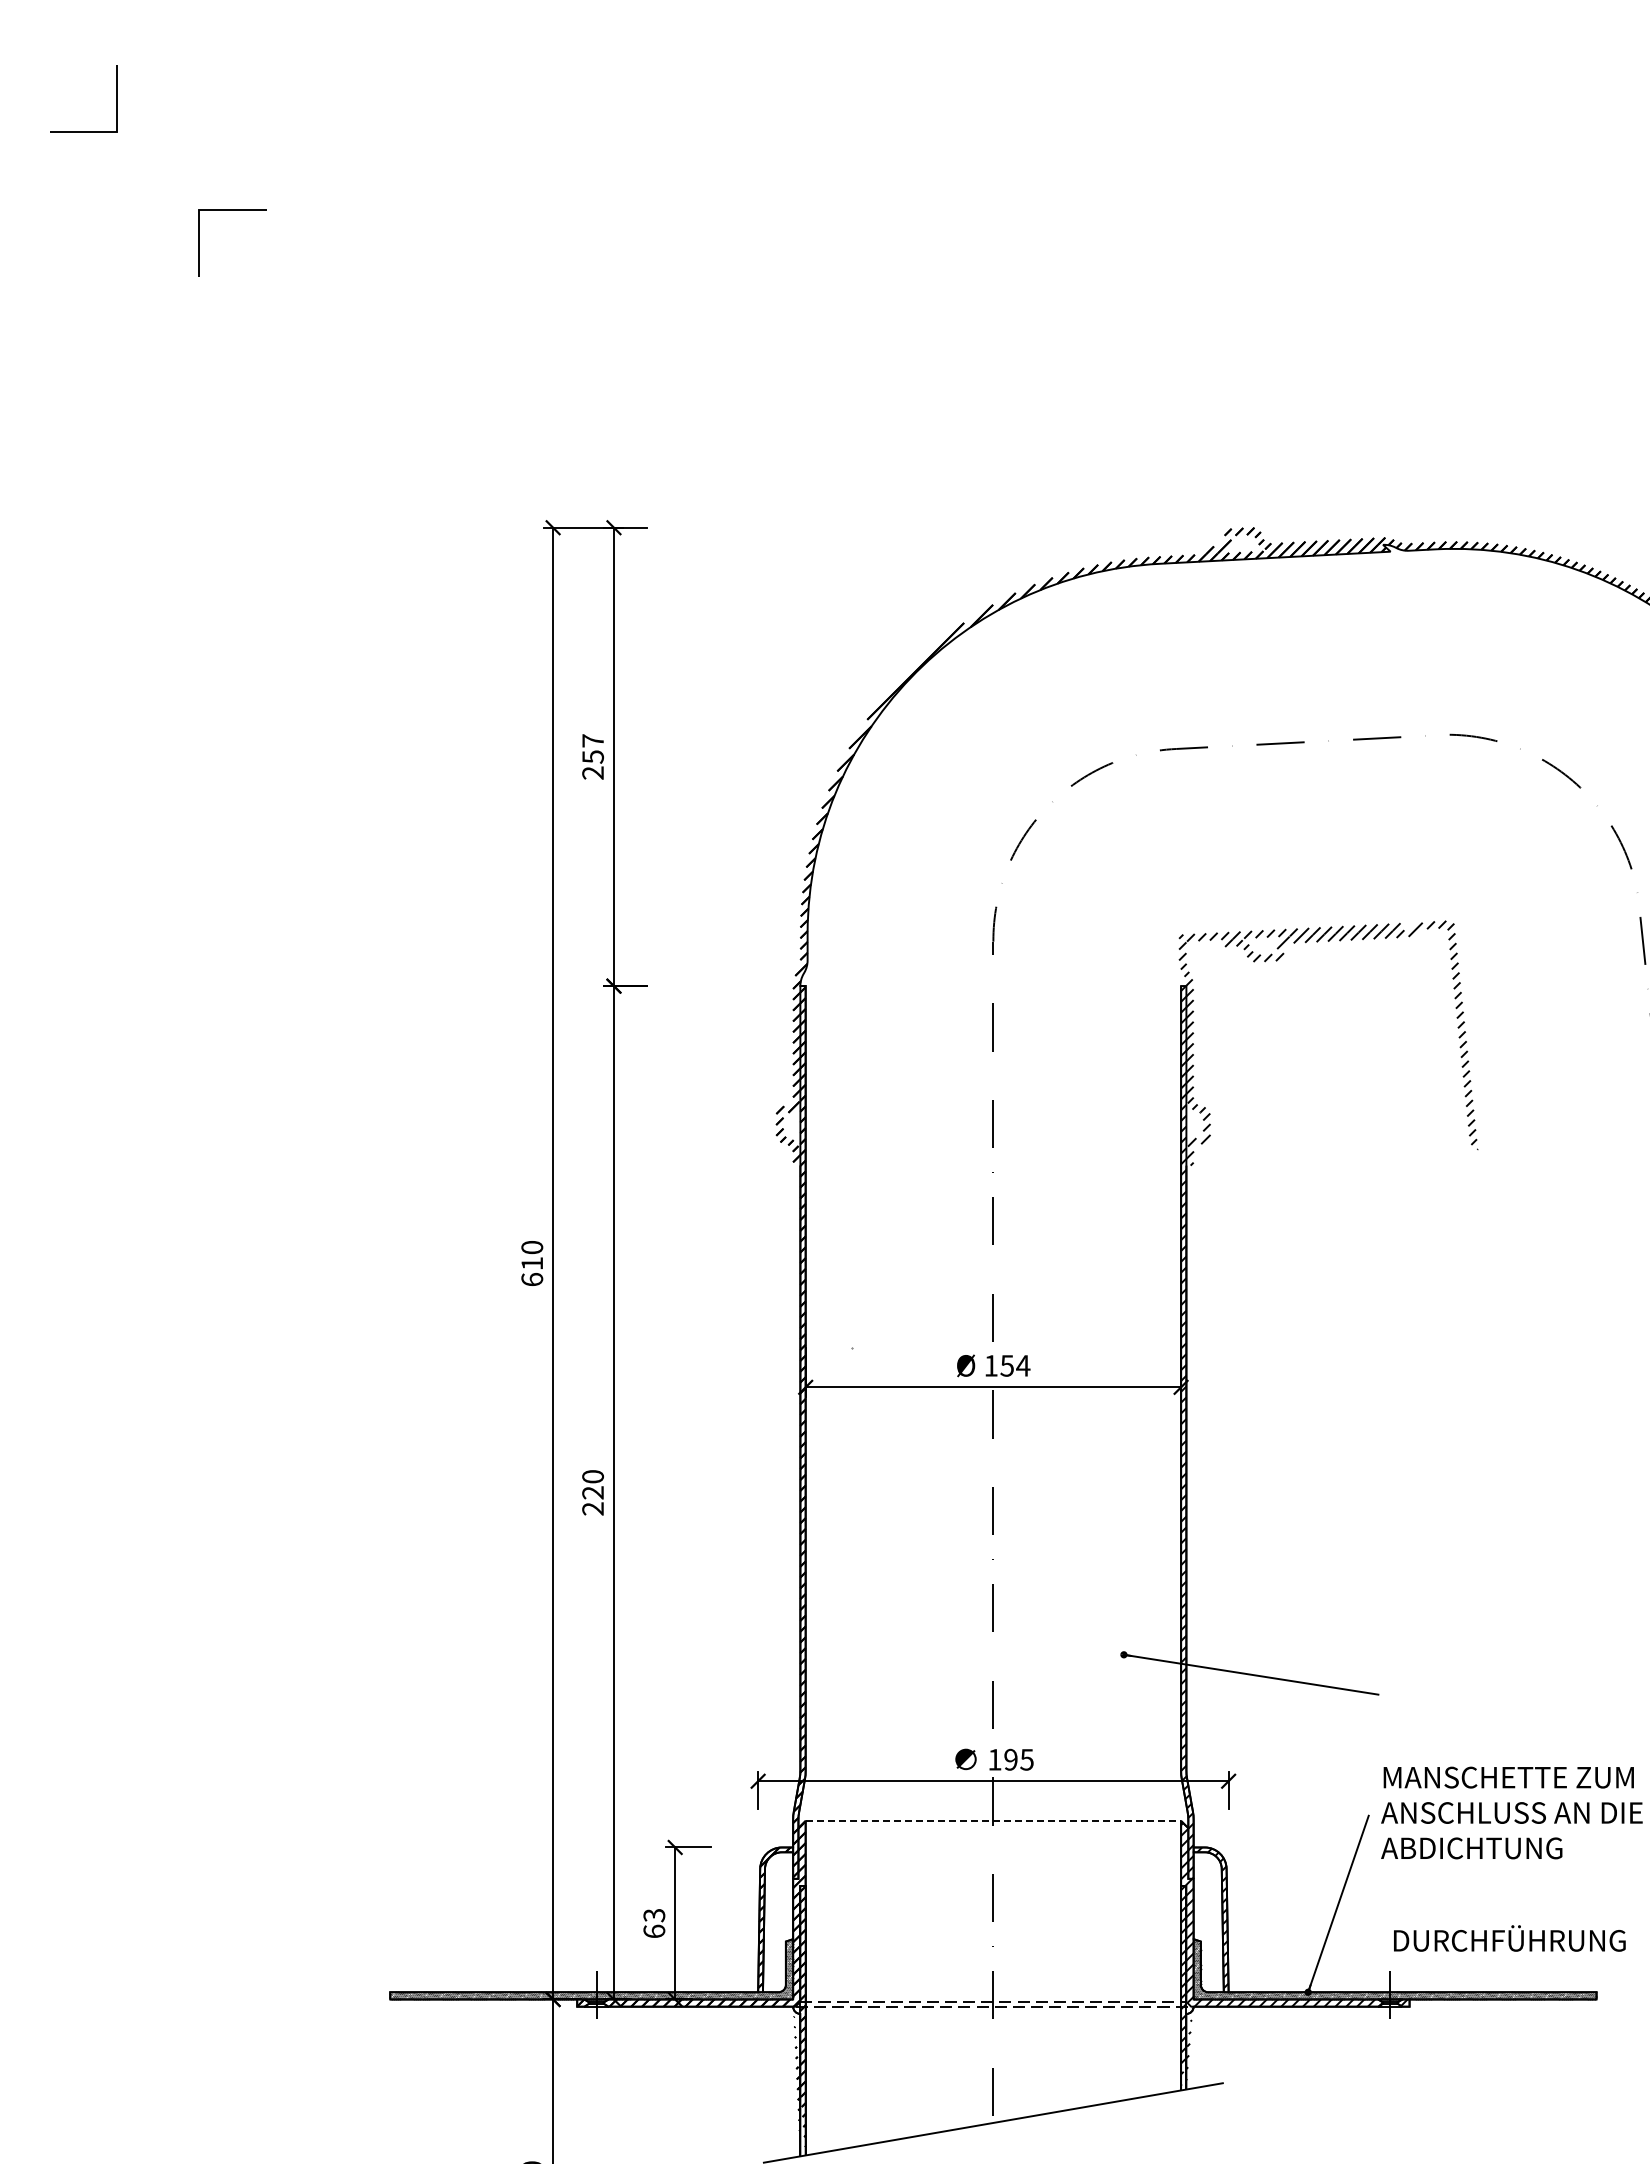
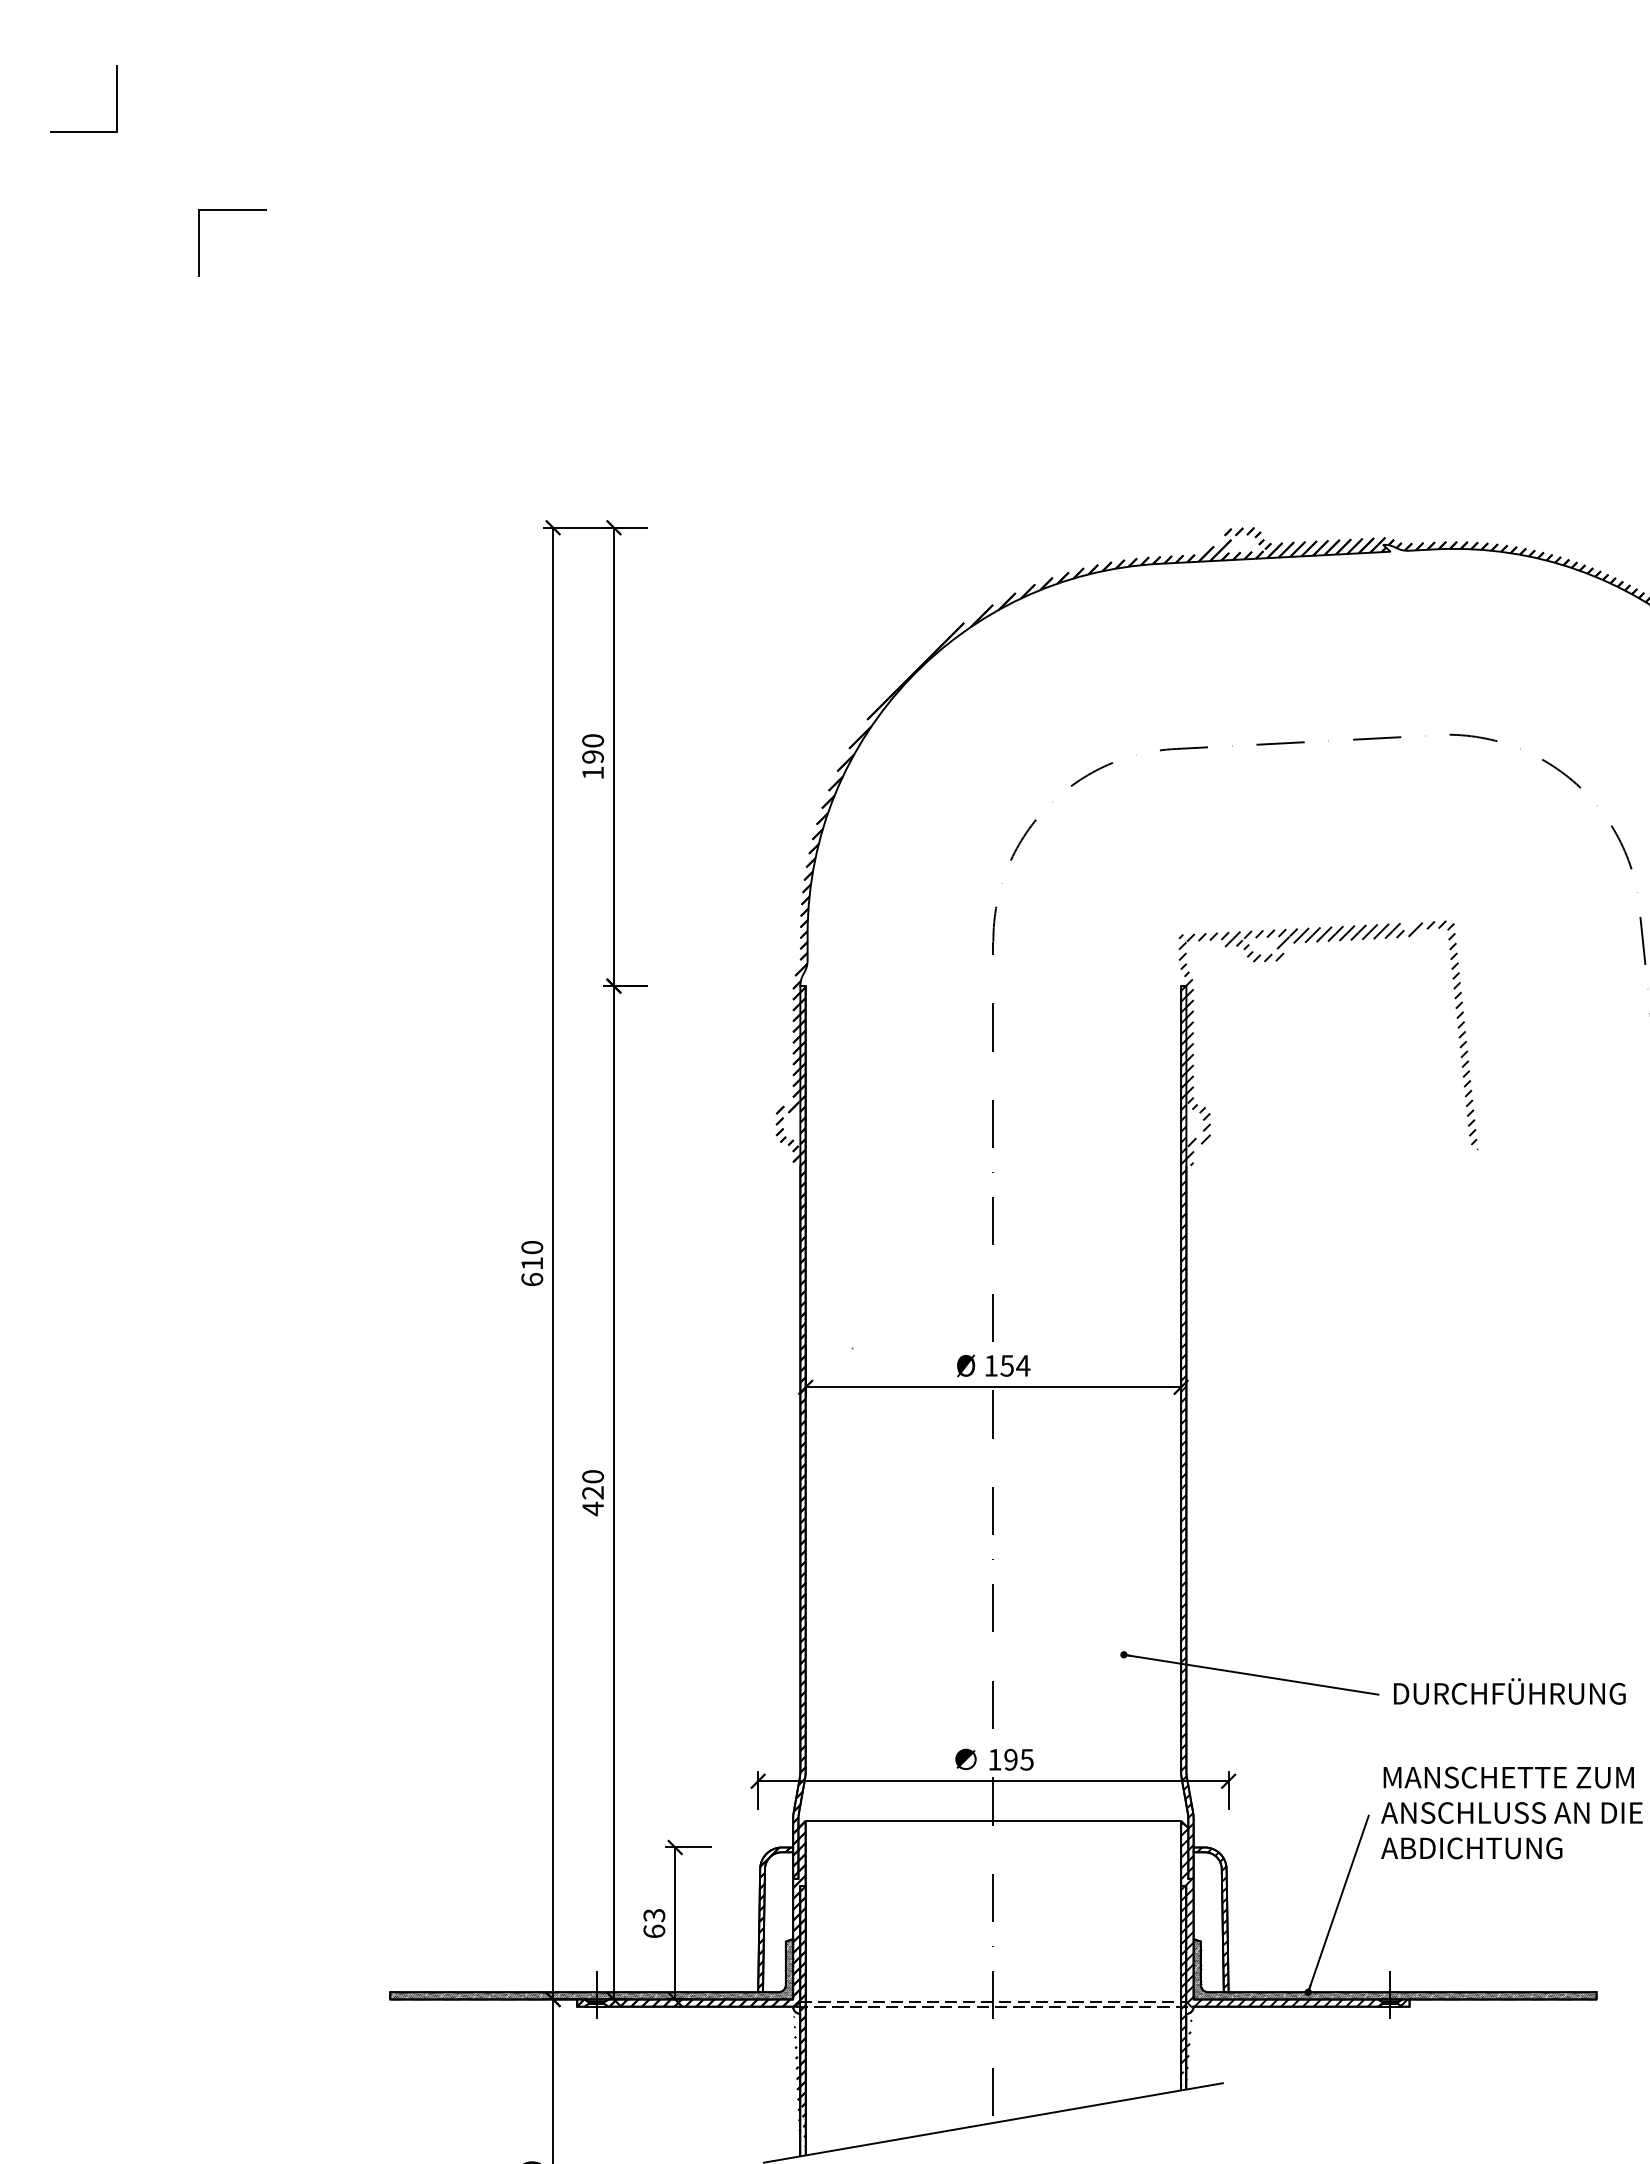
text at (592, 756): 257 -> 190
text at (592, 1508): 220 -> 420
line at (993, 1820): dashed -> solid
text at (1509, 1938) position: (1509, 1938) -> (1509, 1691)
